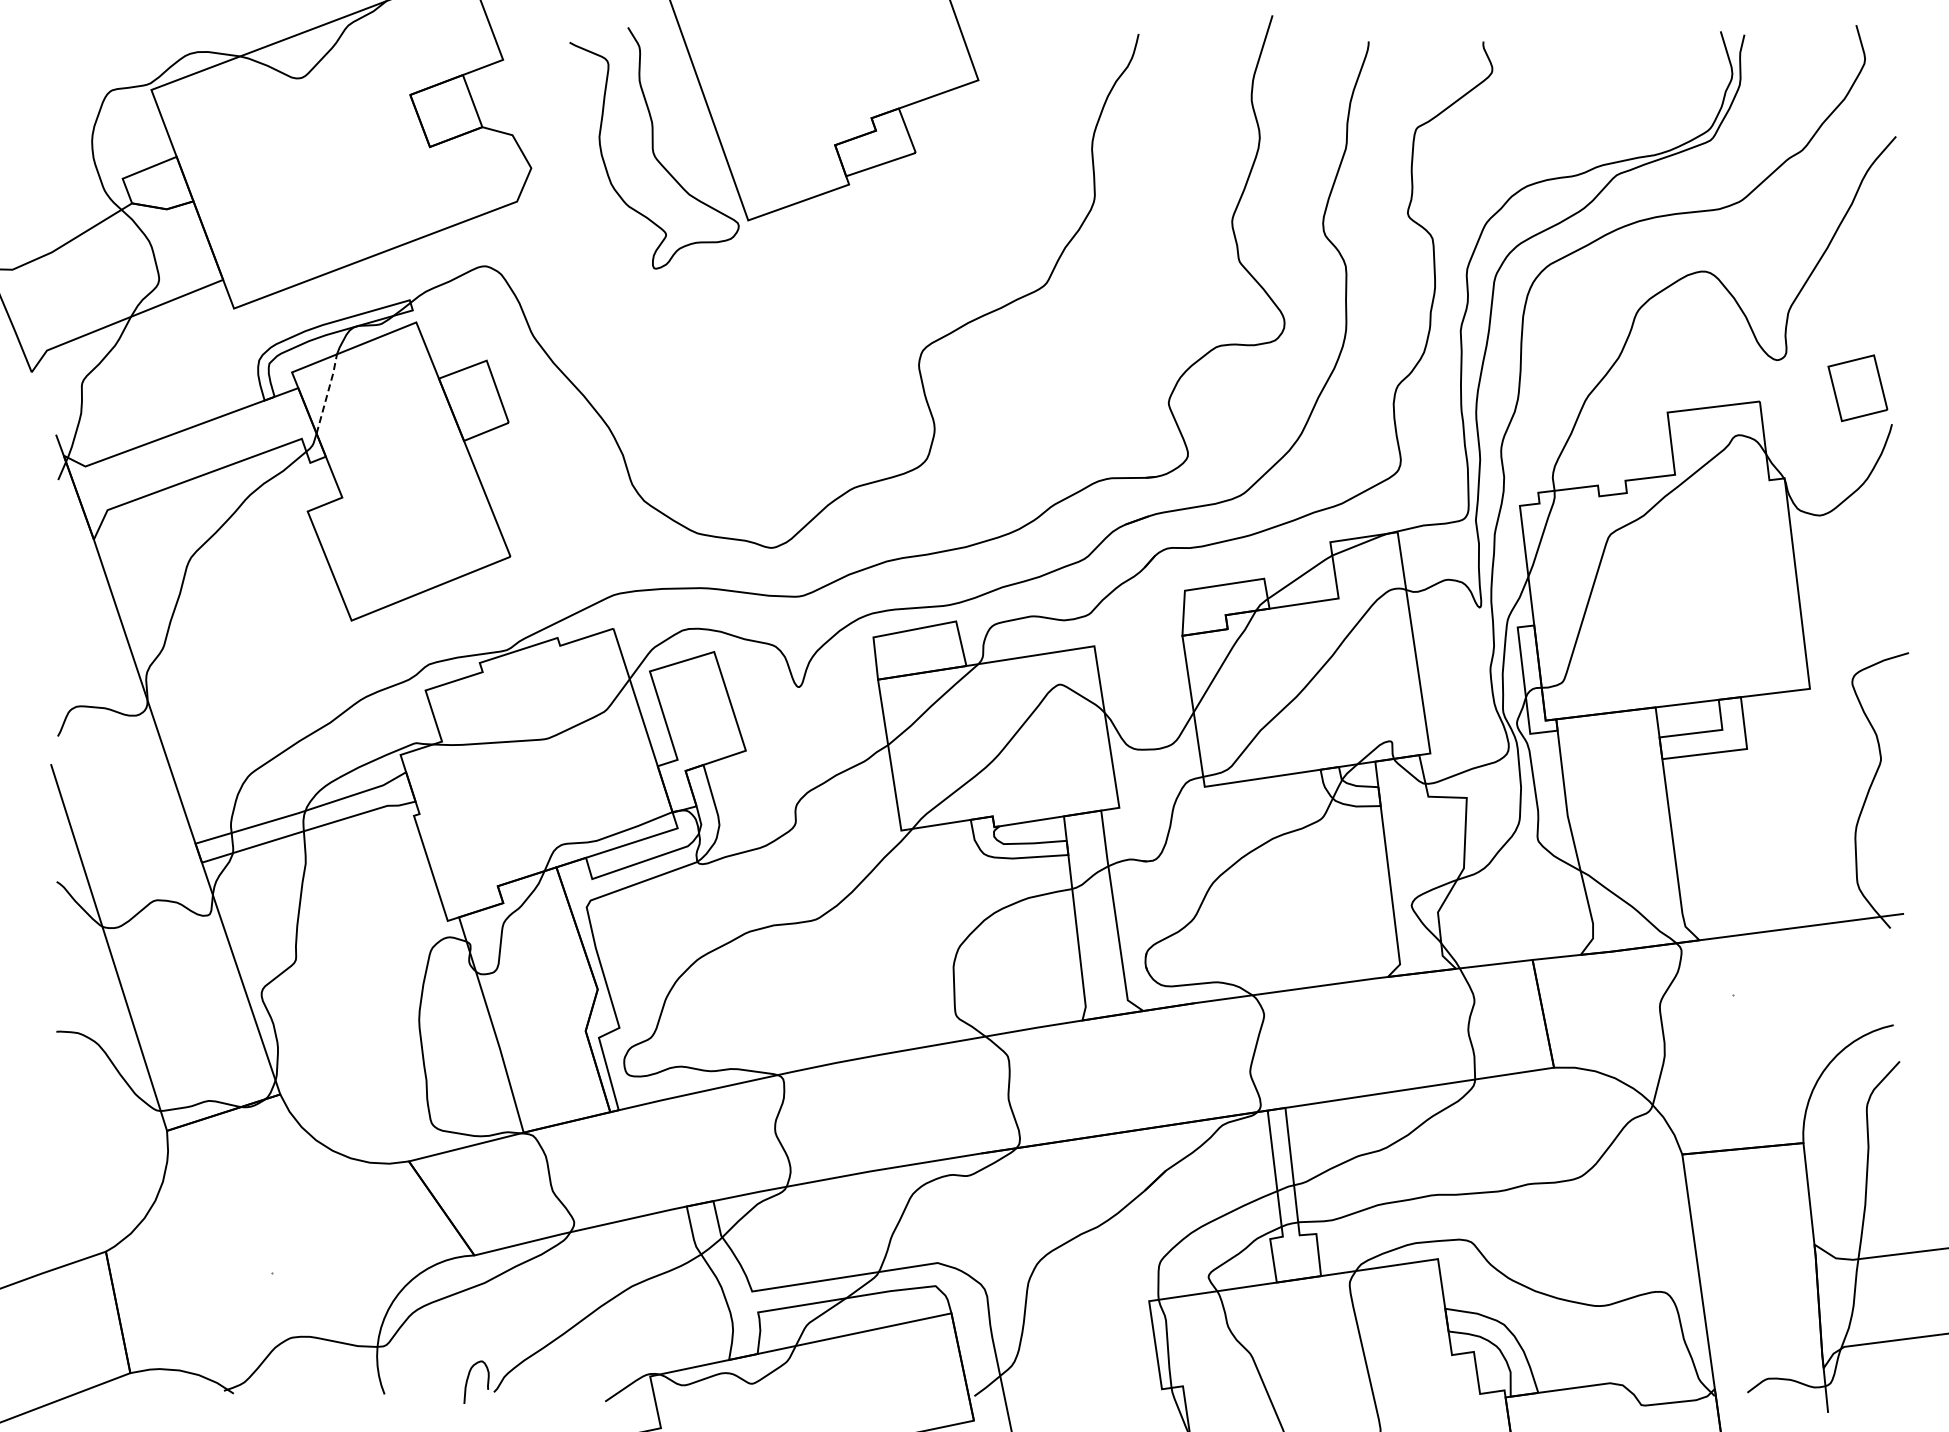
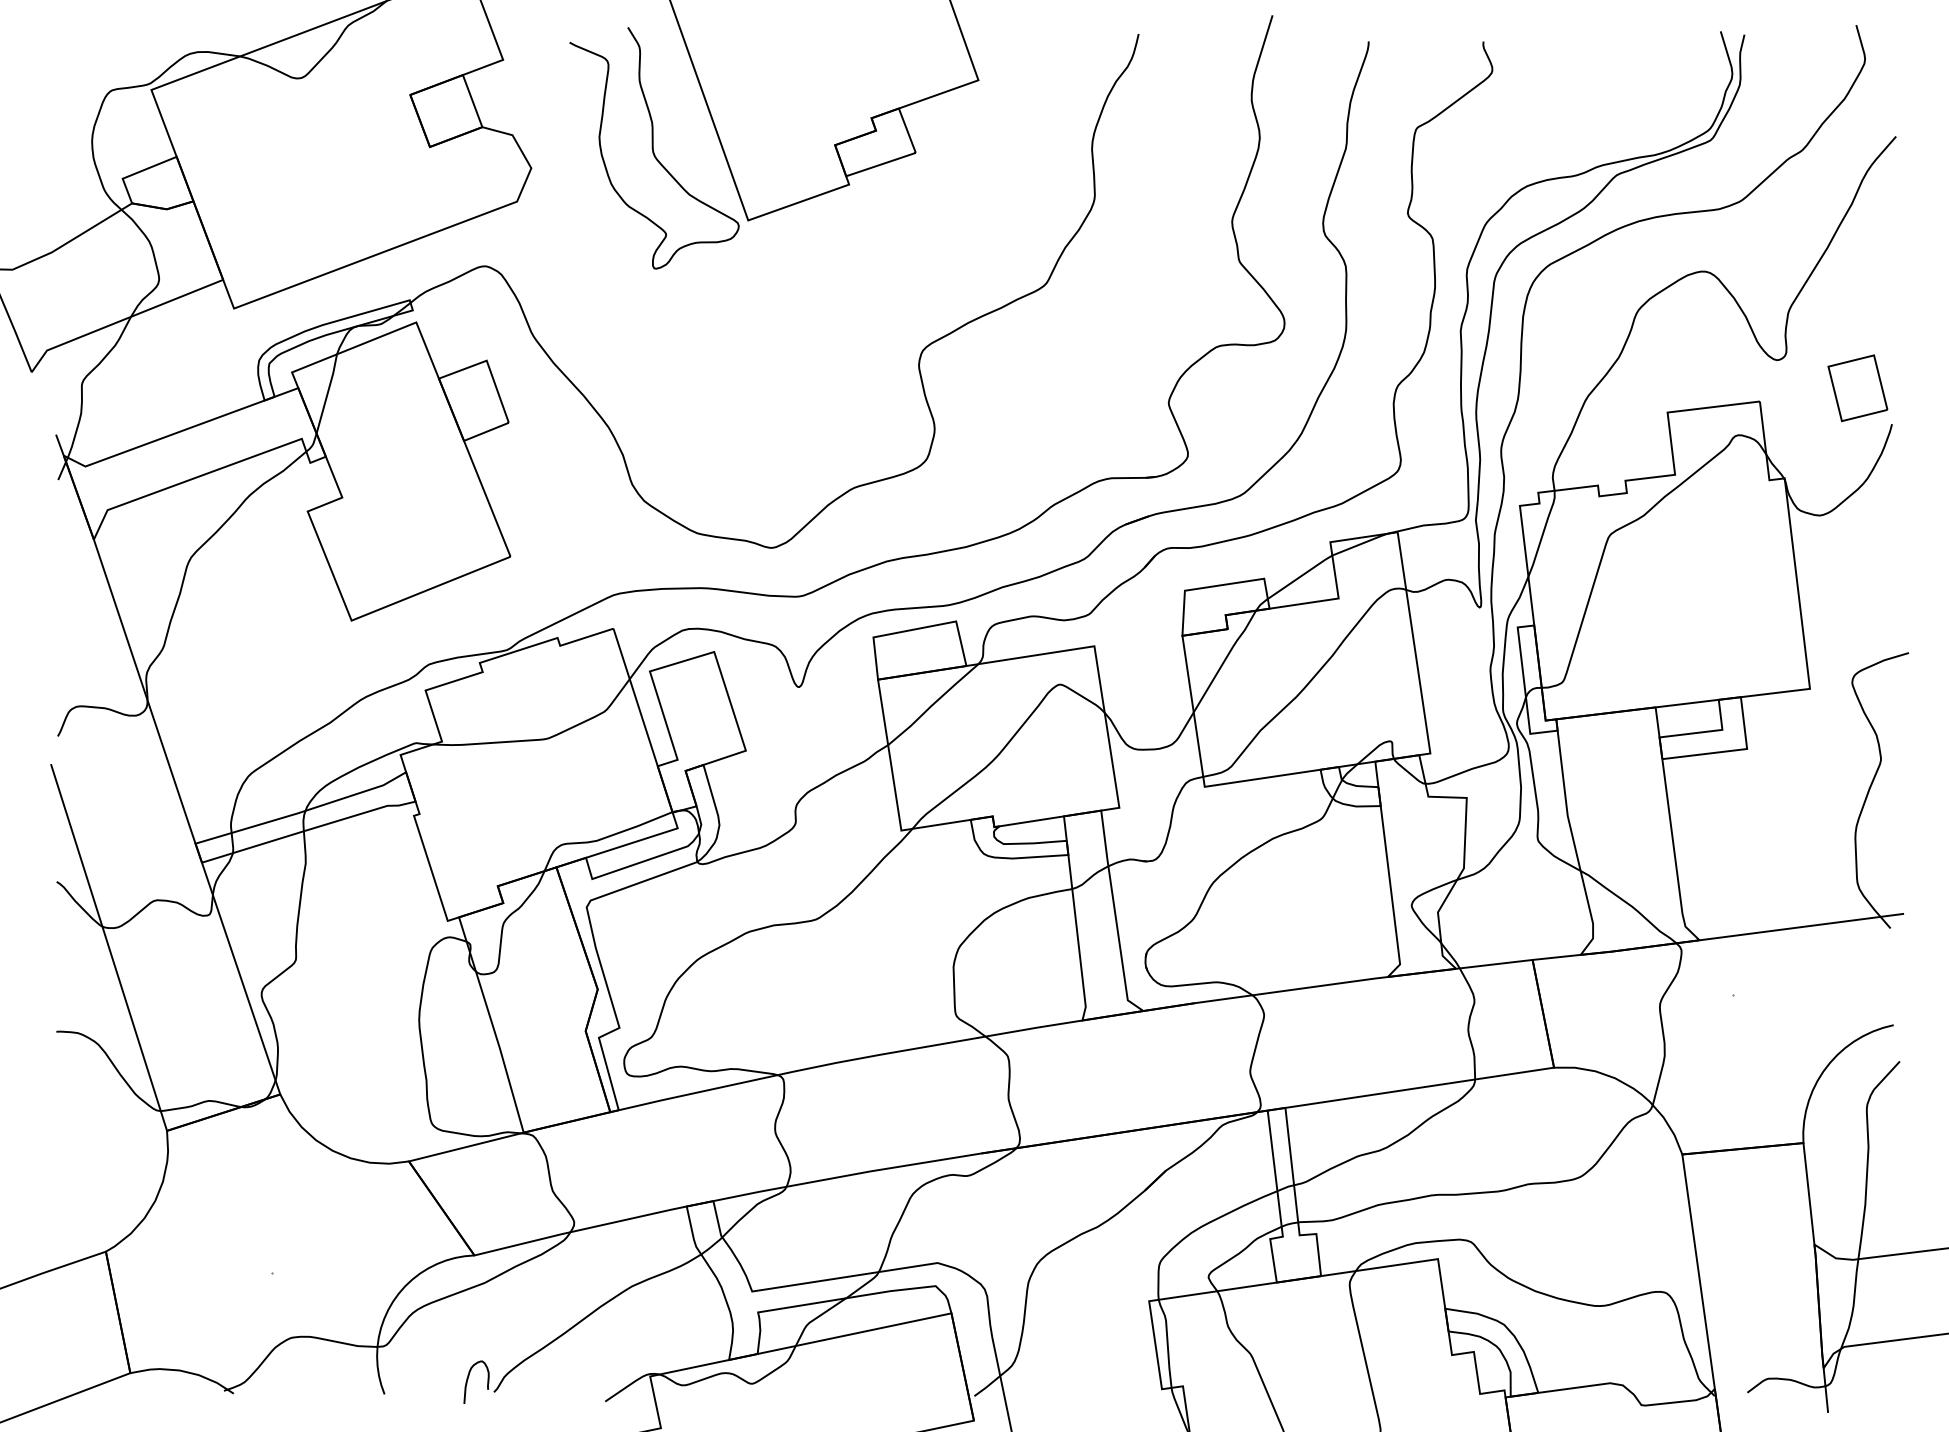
line at (327, 393): dashed -> solid
